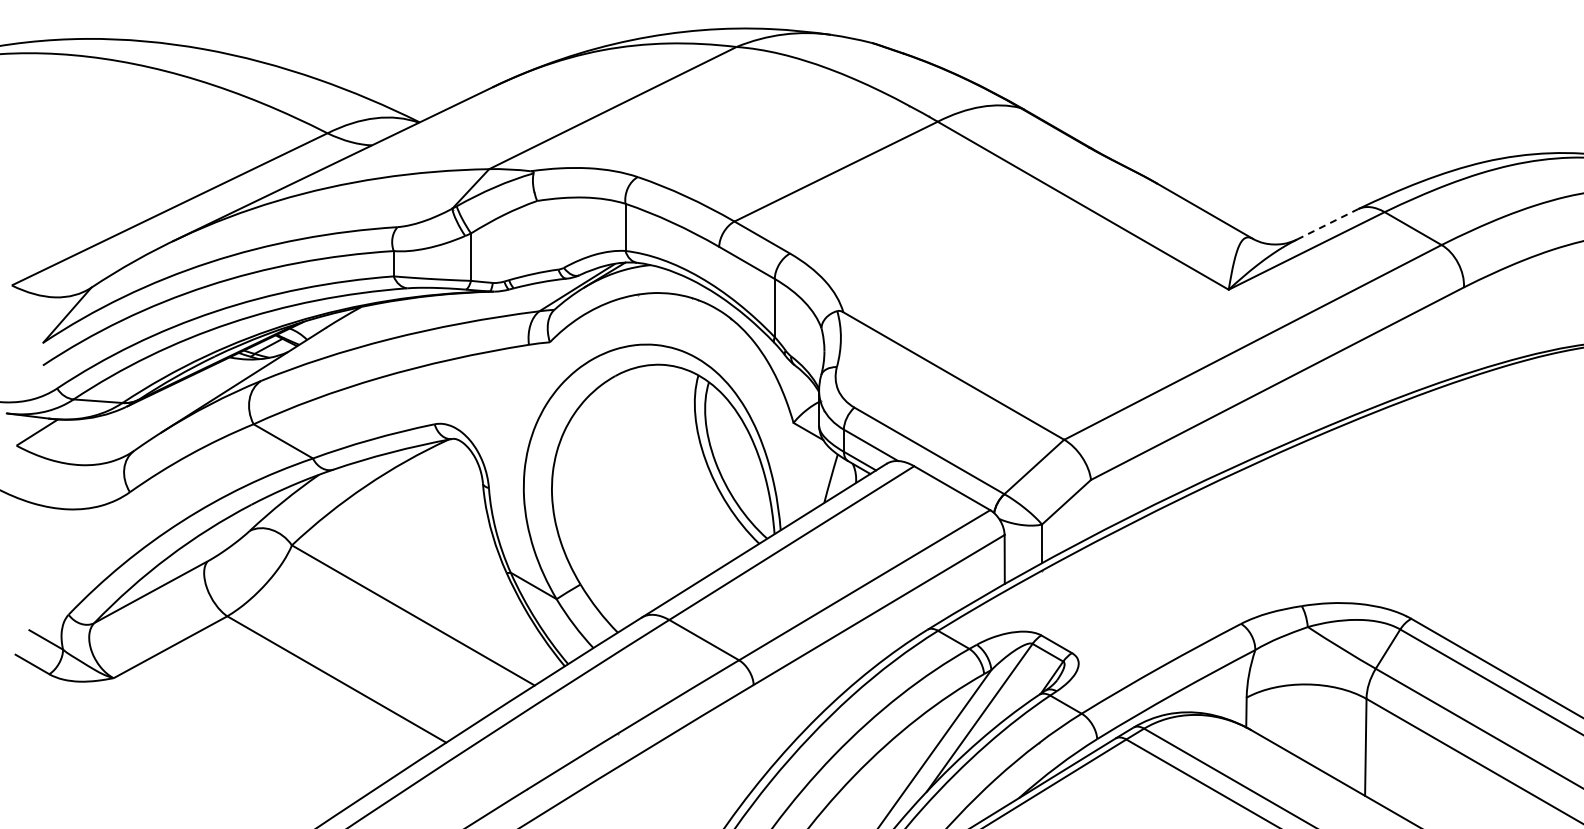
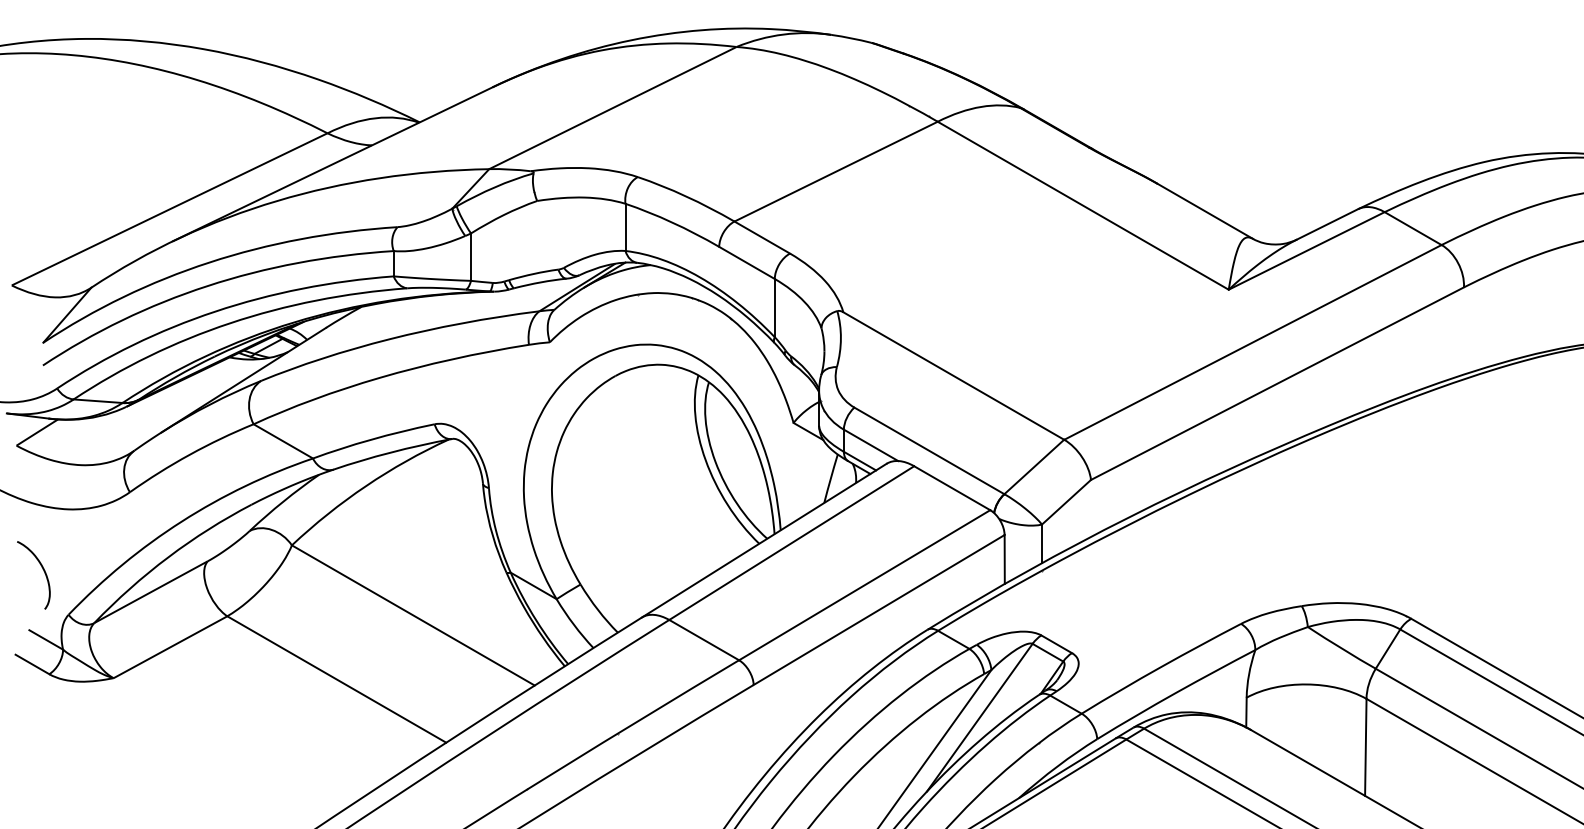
line at (1328, 224): dashed -> solid
curve at (43, 571): none -> present
